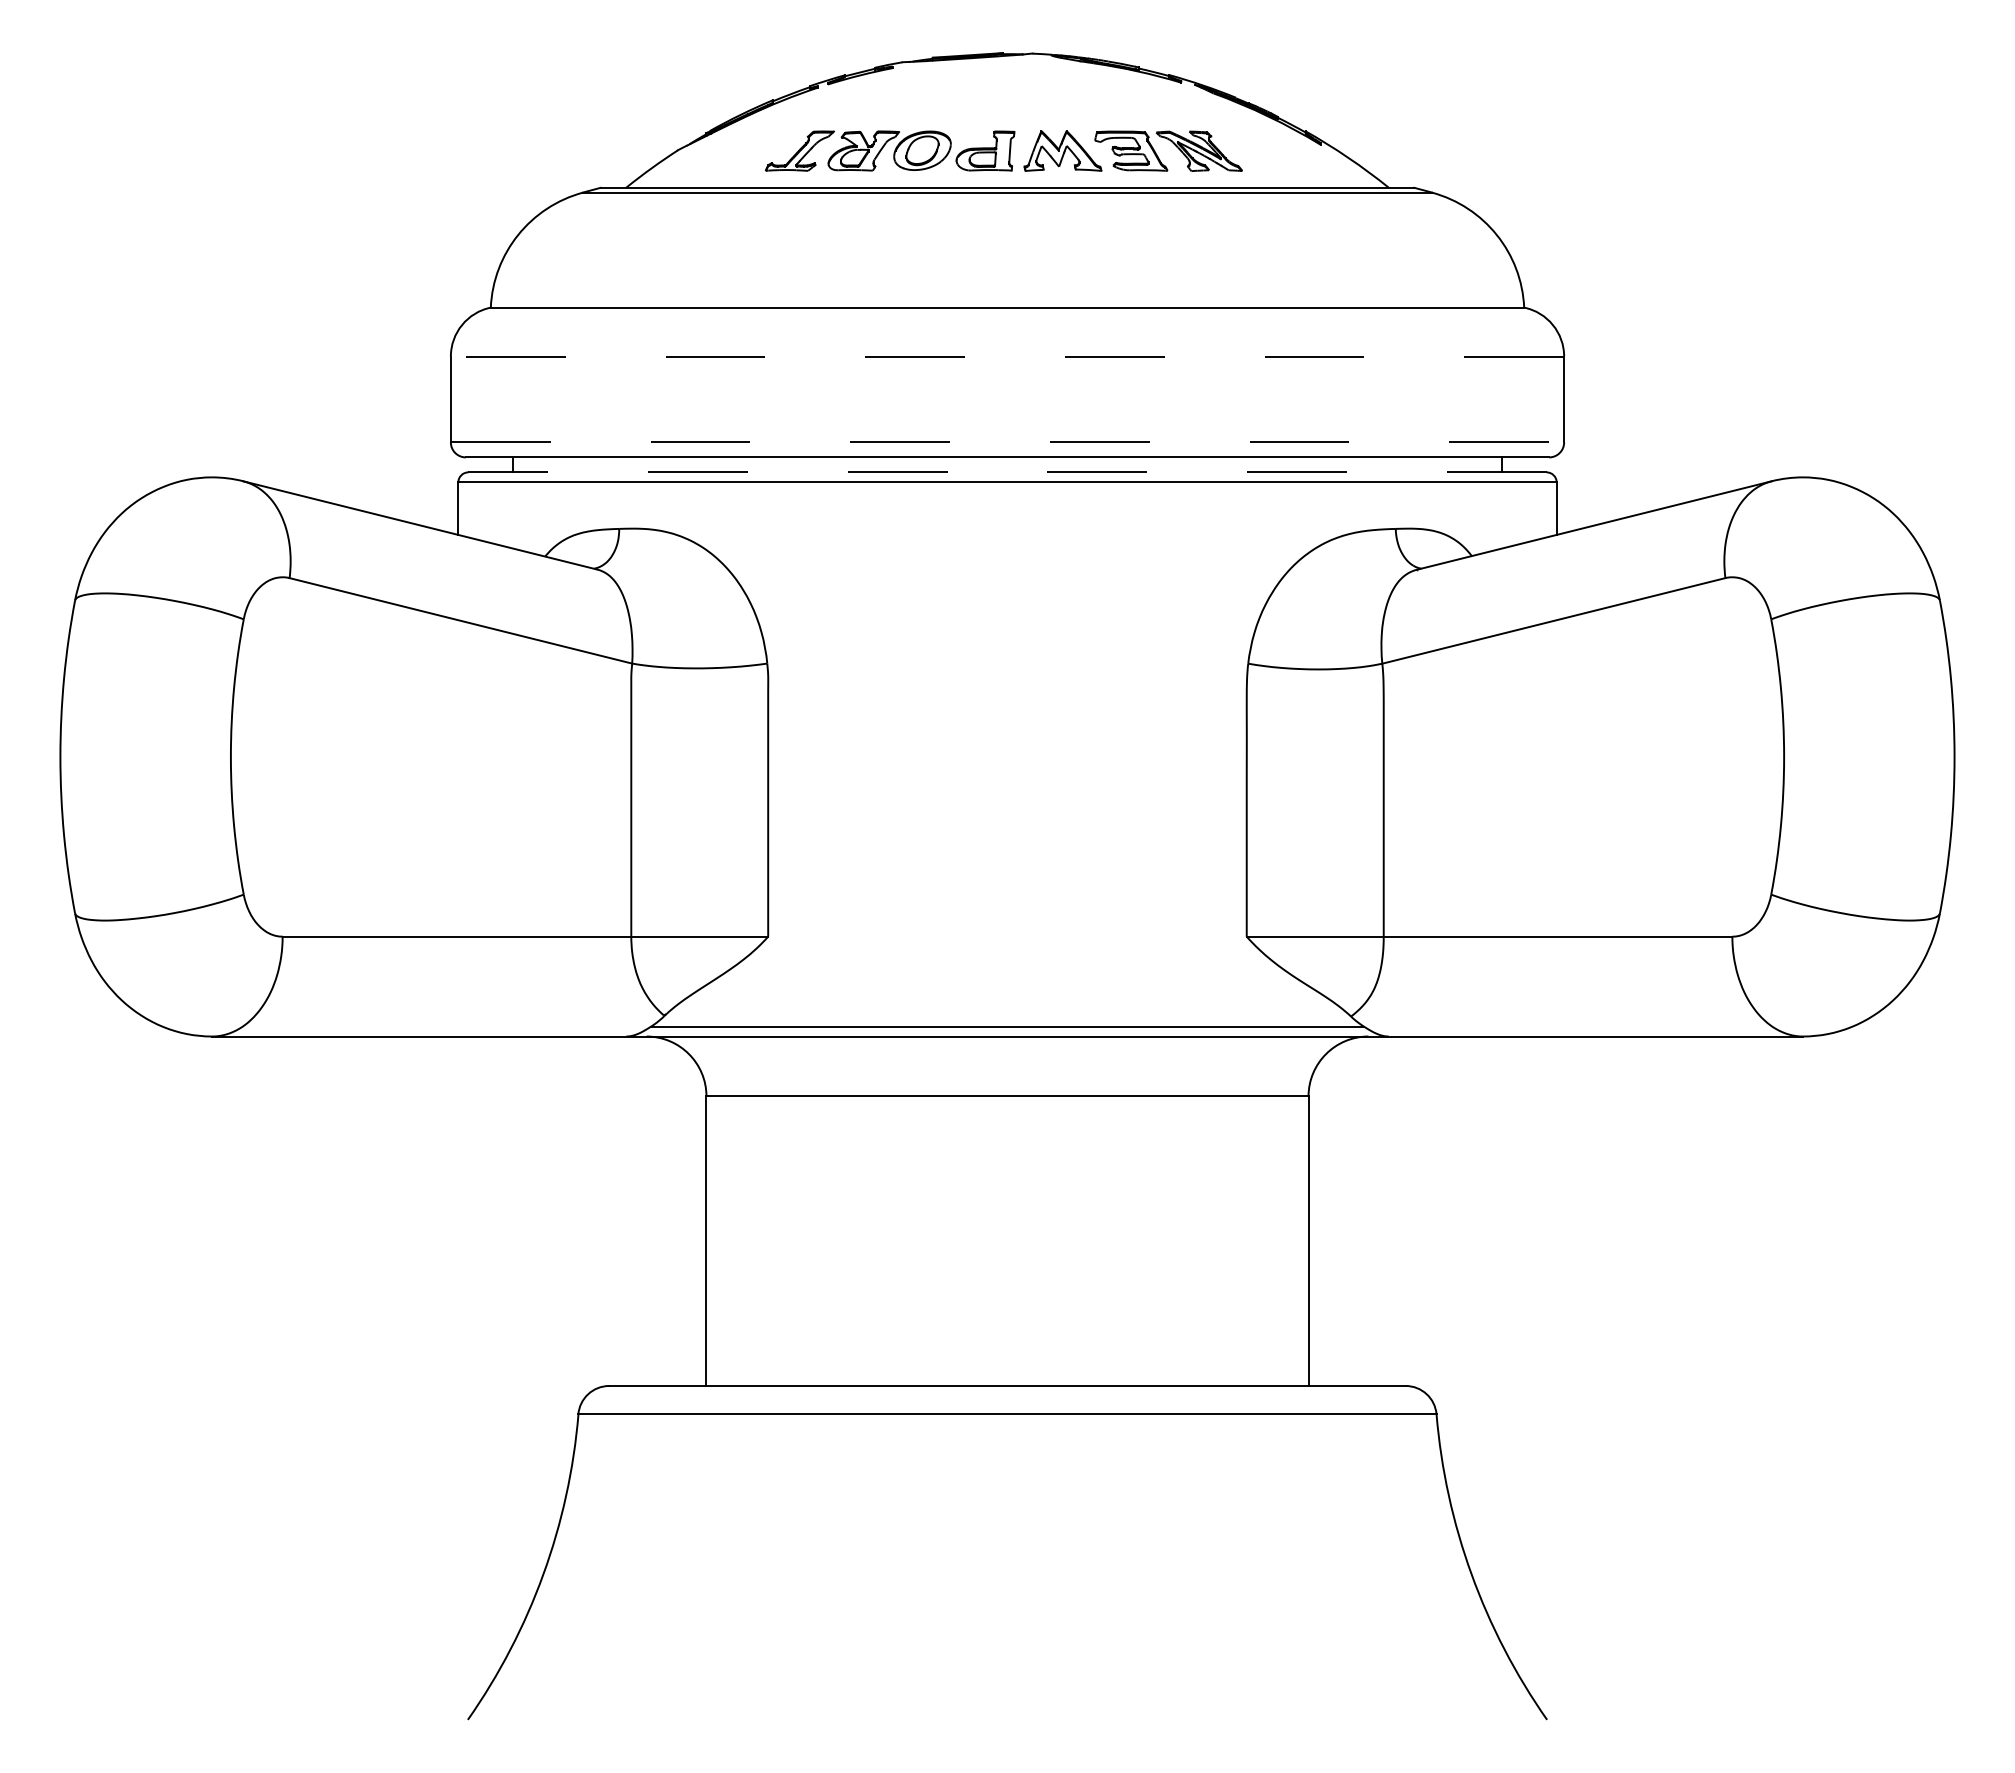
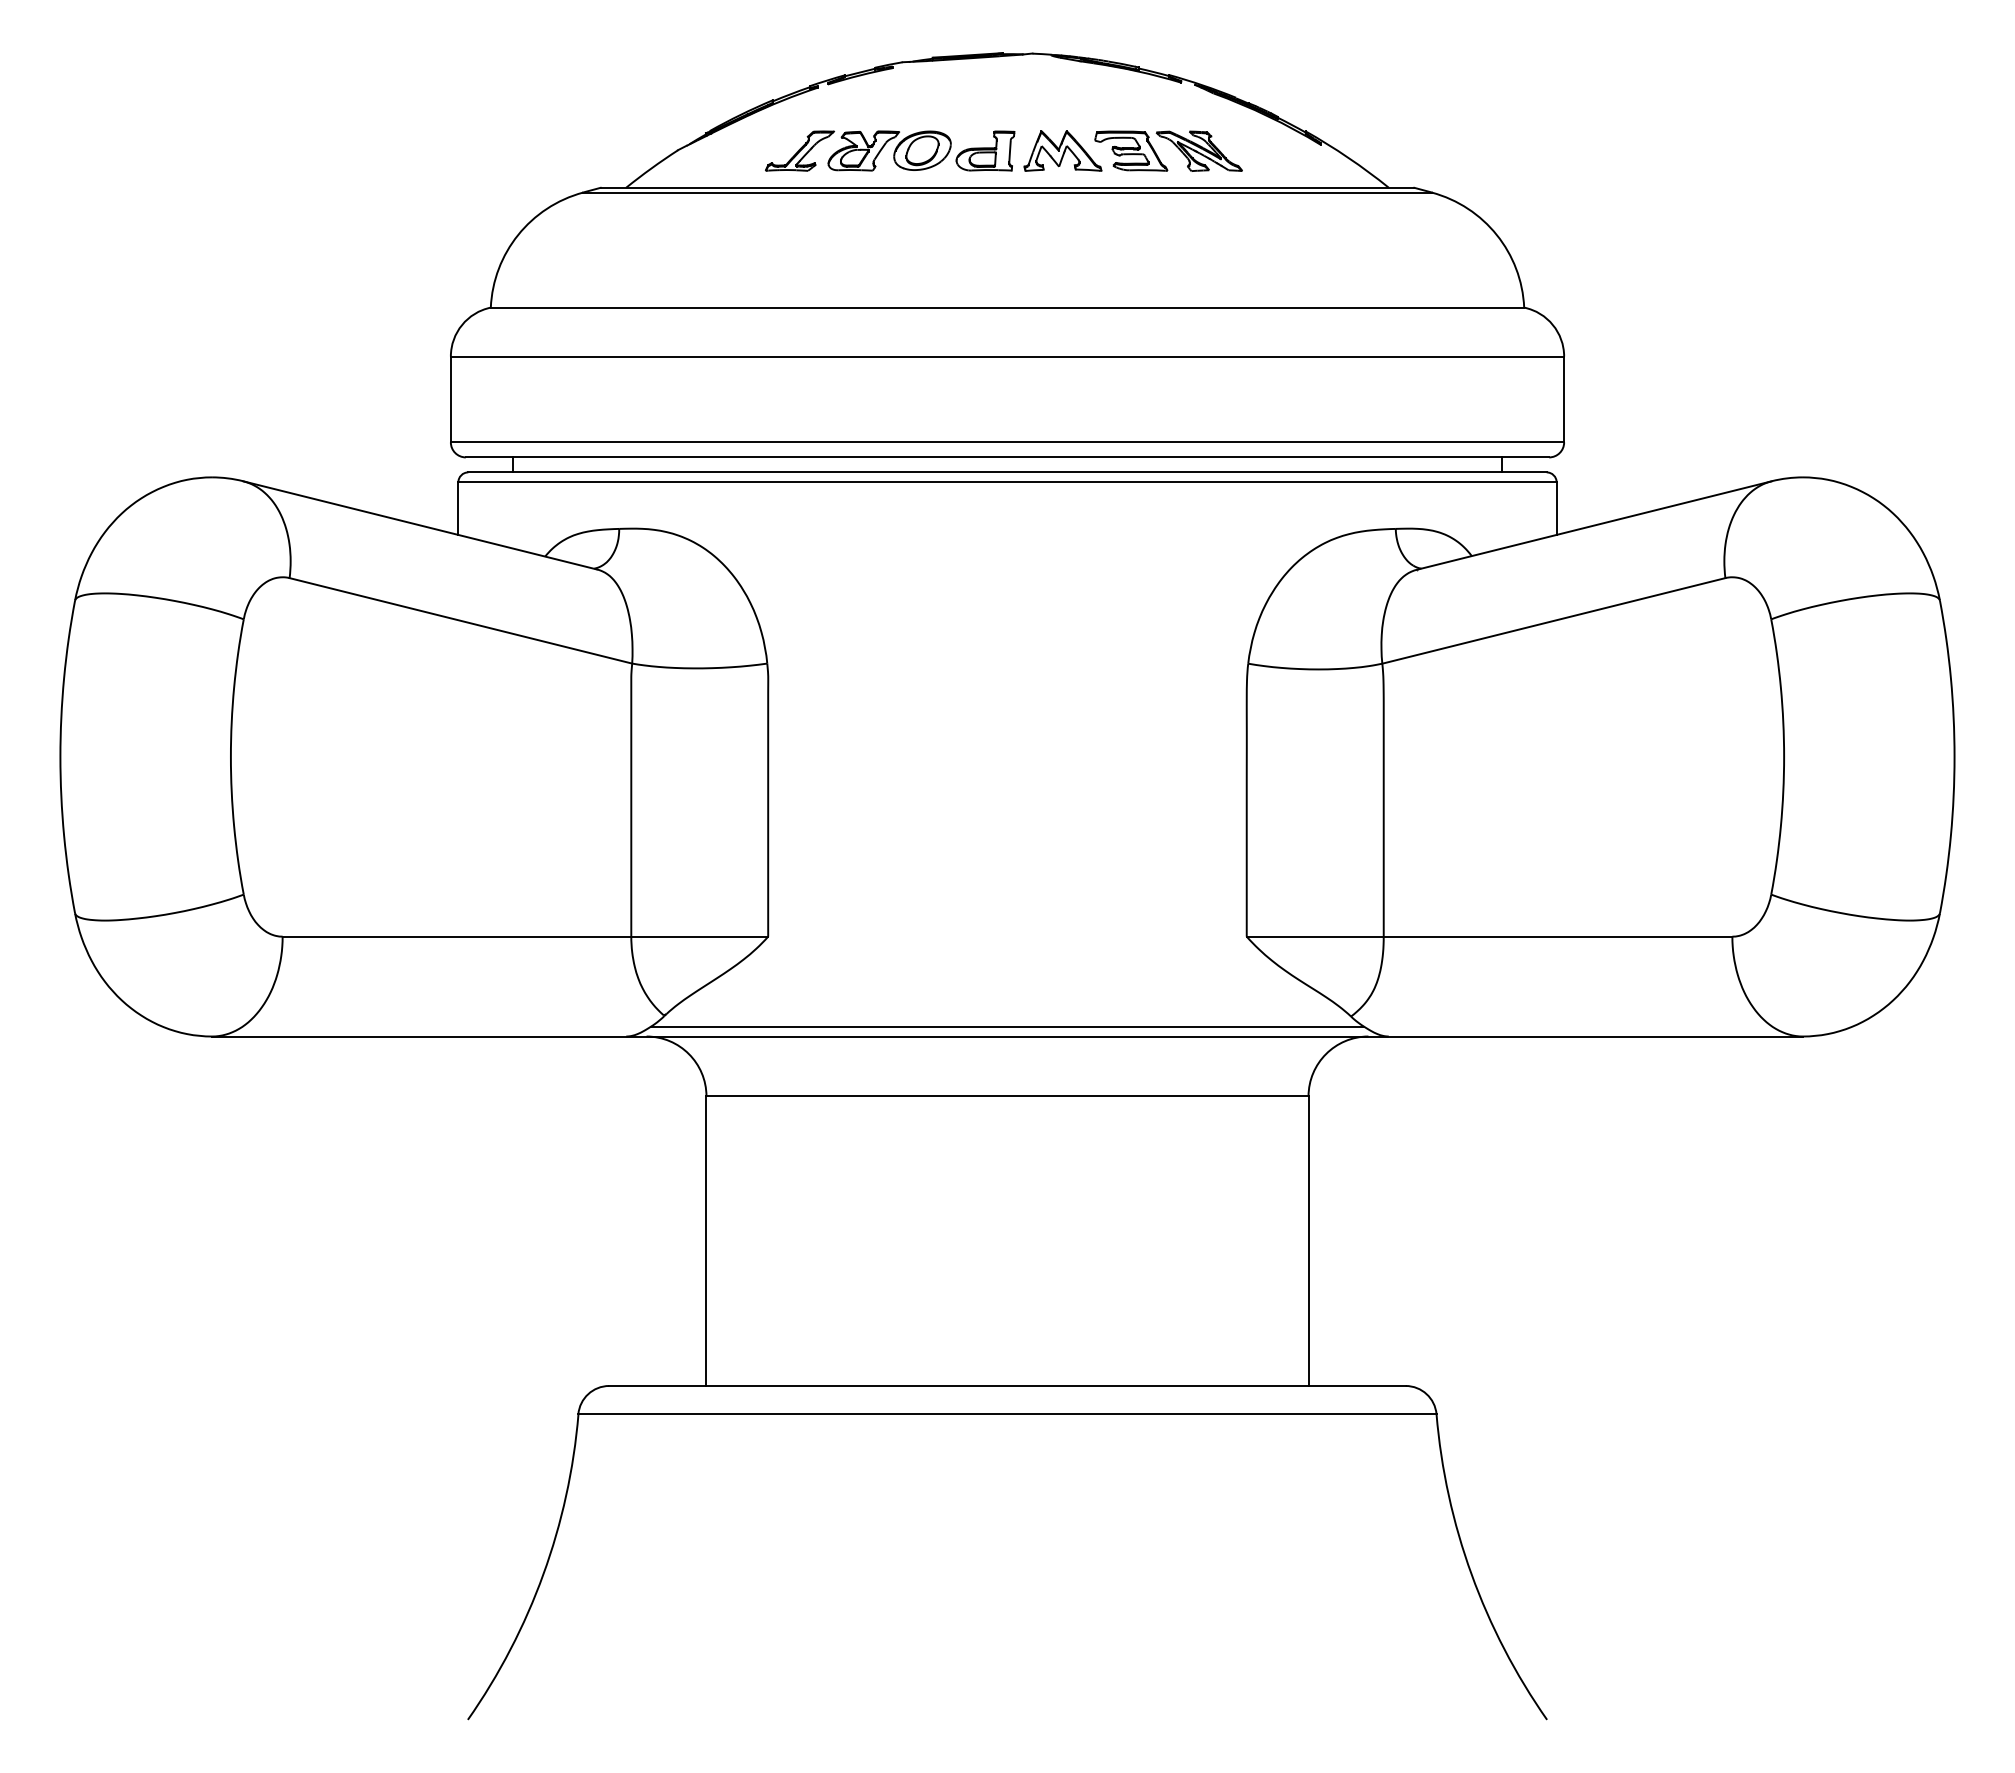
line at (1007, 356): dashed -> solid
line at (1007, 442): dashed -> solid
line at (1007, 472): dashed -> solid
